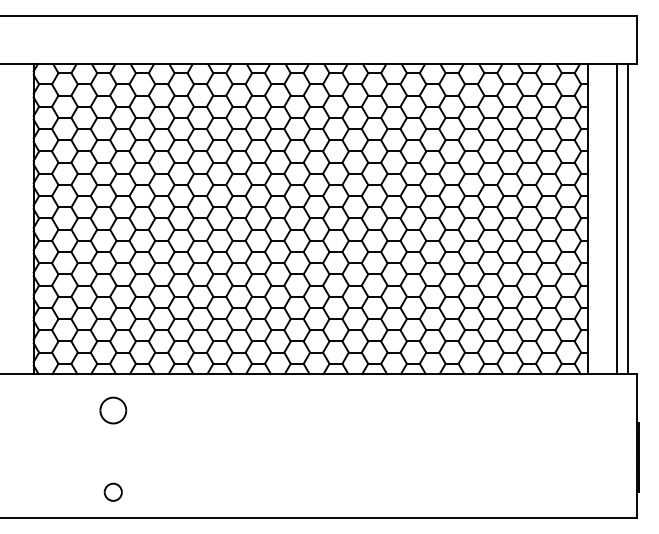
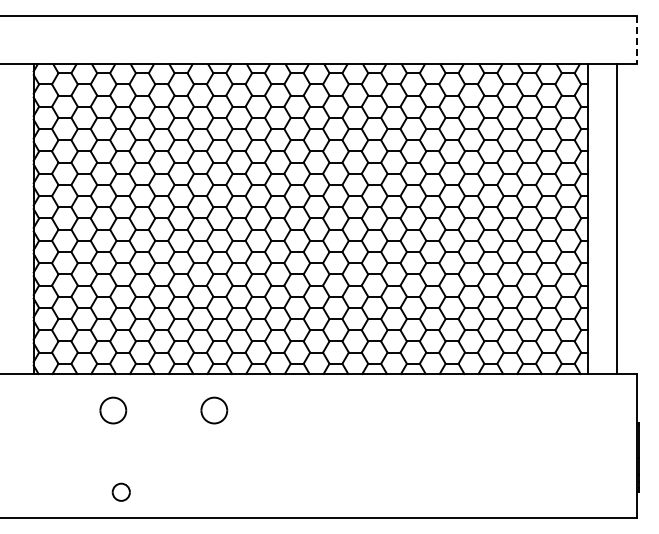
line at (637, 40): solid -> dashed
line at (628, 219): present -> none
part at (214, 410): none -> present
part at (112, 491) position: (112, 491) -> (120, 491)
